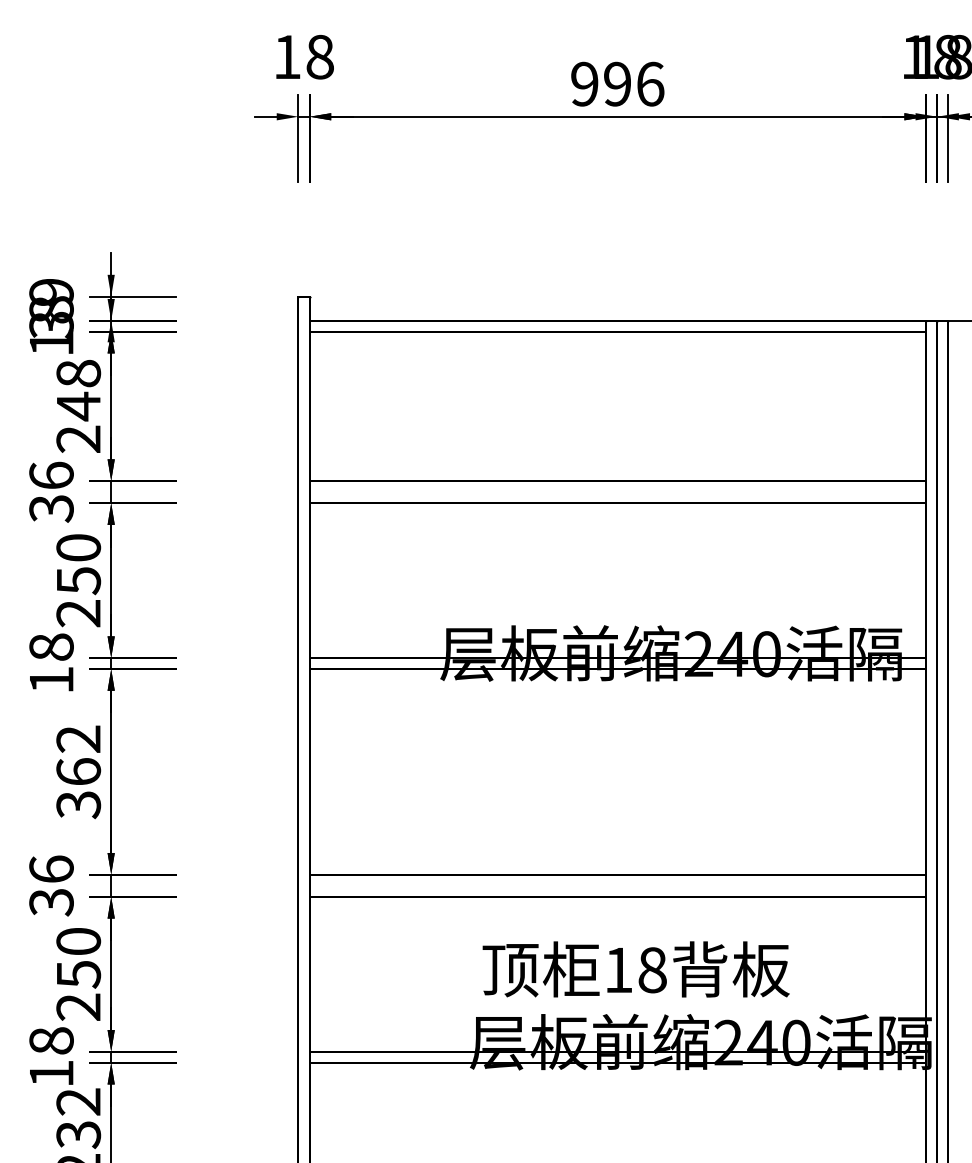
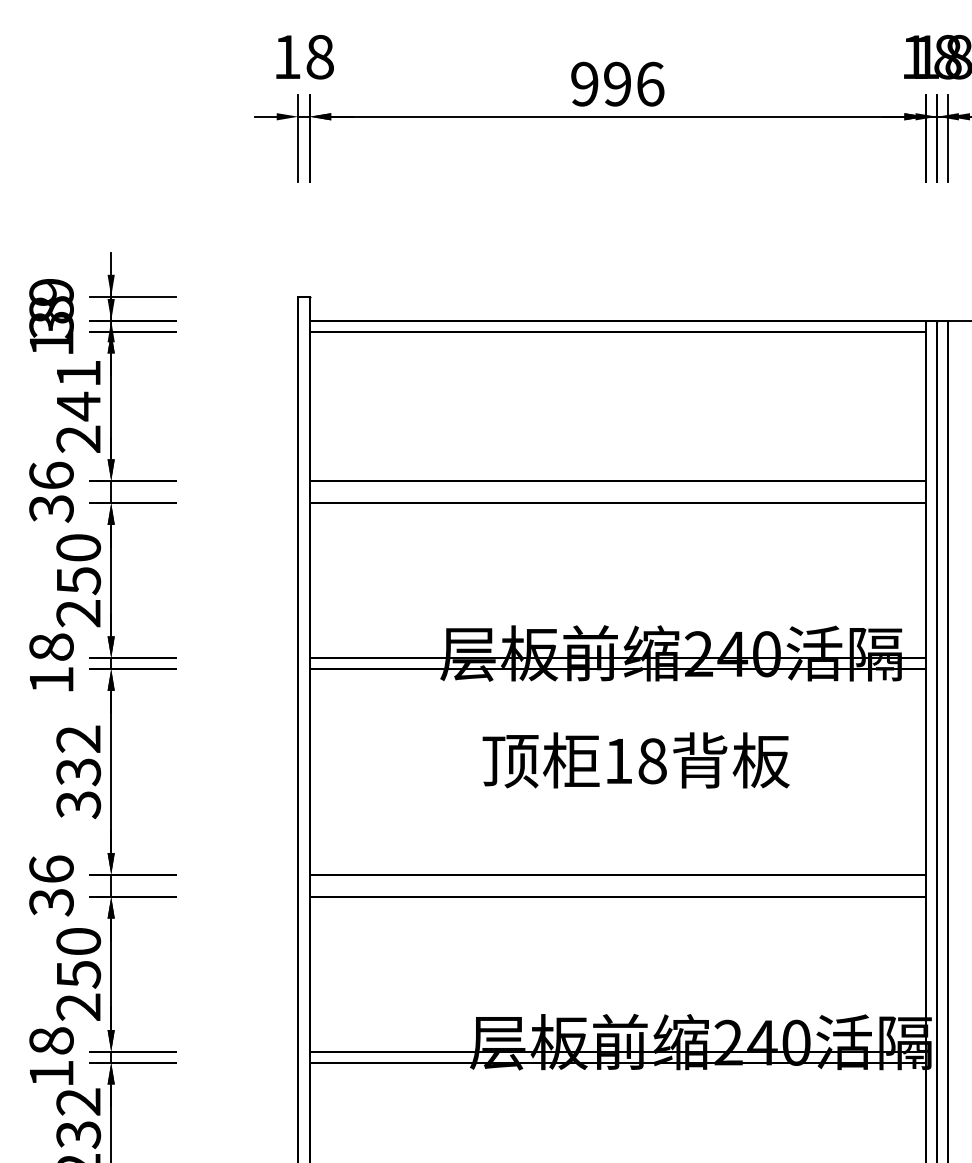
text at (78, 373): 248 -> 241
text at (78, 772): 362 -> 332
text at (635, 969) position: (635, 969) -> (635, 760)
